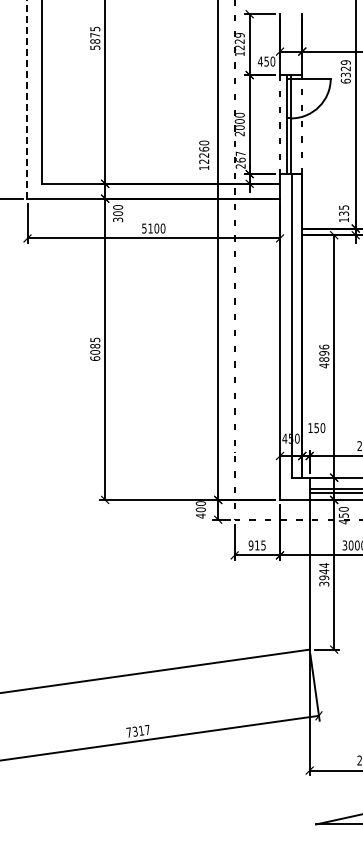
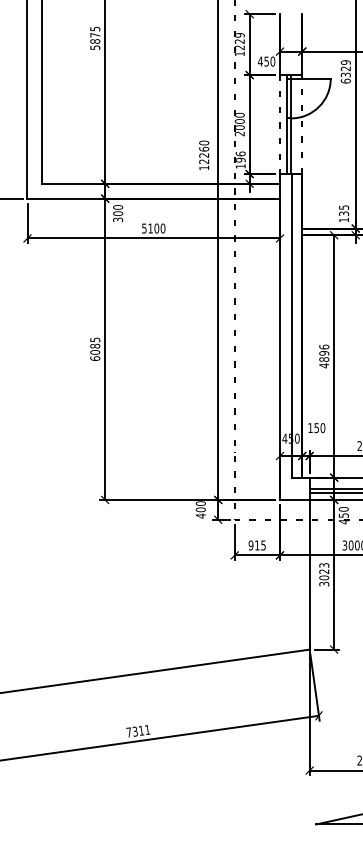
line at (27, 99): dashed -> solid
text at (240, 159): 267 -> 196
text at (324, 571): 3944 -> 3023
text at (147, 729): 7317 -> 7311
